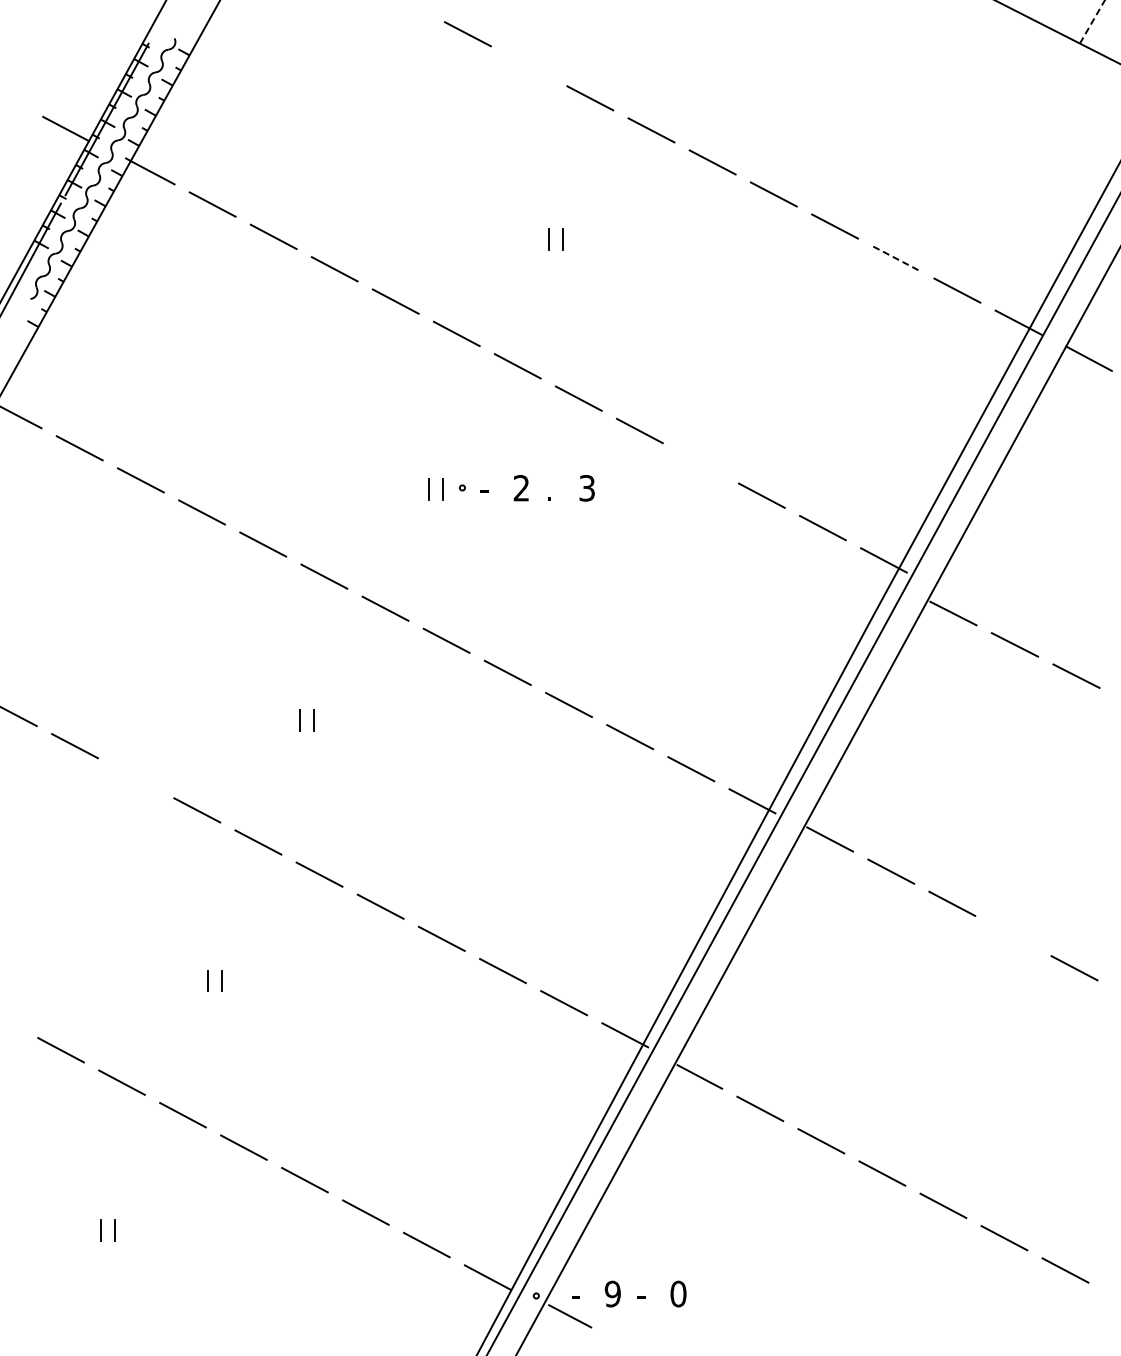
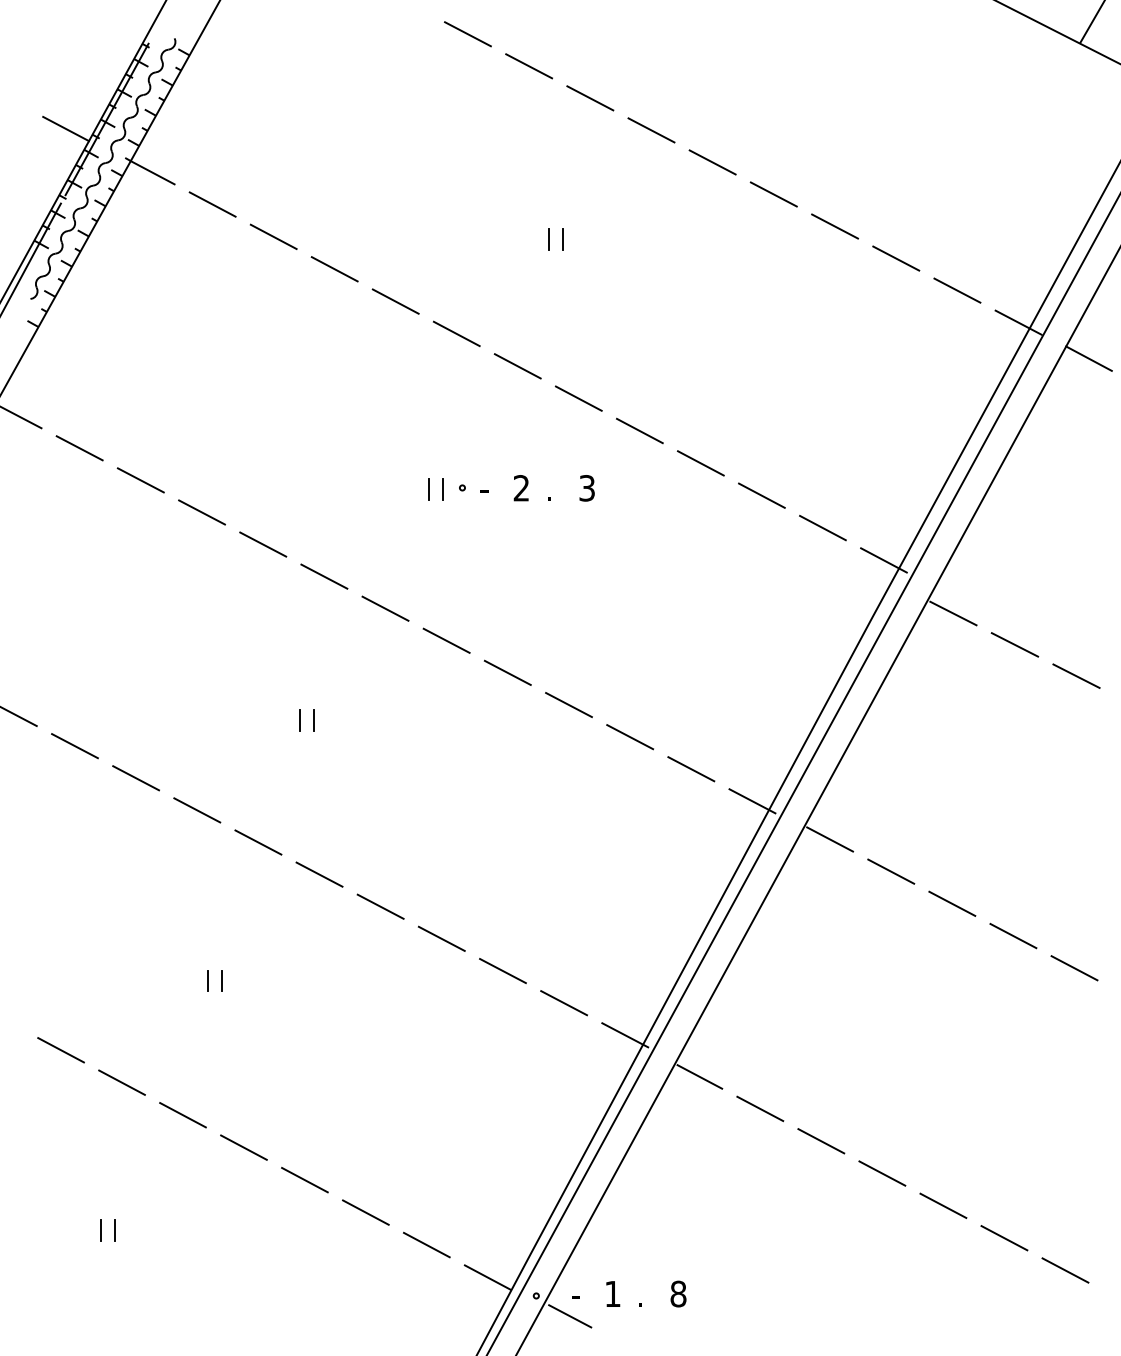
line at (1092, 22): dashed -> solid
line at (529, 66): none -> present
line at (896, 258): dashed -> solid
line at (700, 463): none -> present
line at (136, 778): none -> present
line at (1013, 935): none -> present
text at (612, 1293): 9 -> 1
text at (678, 1294): 0 -> 8
text at (641, 1301): - -> .
